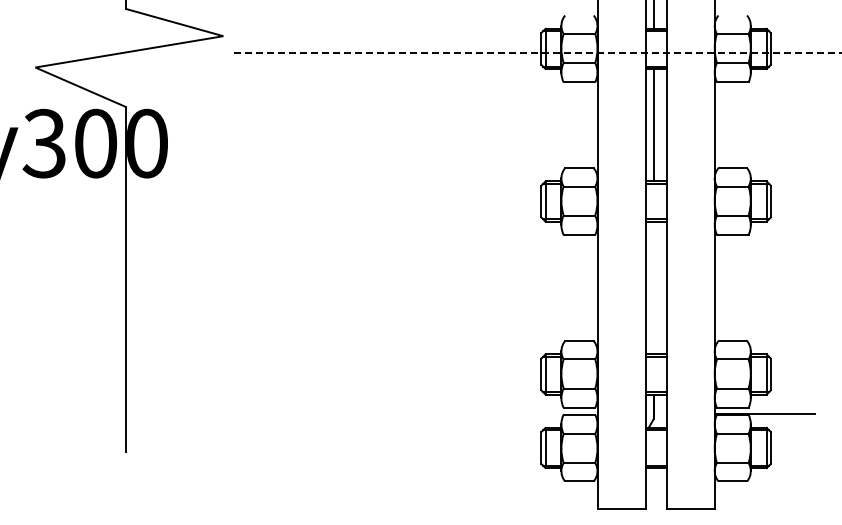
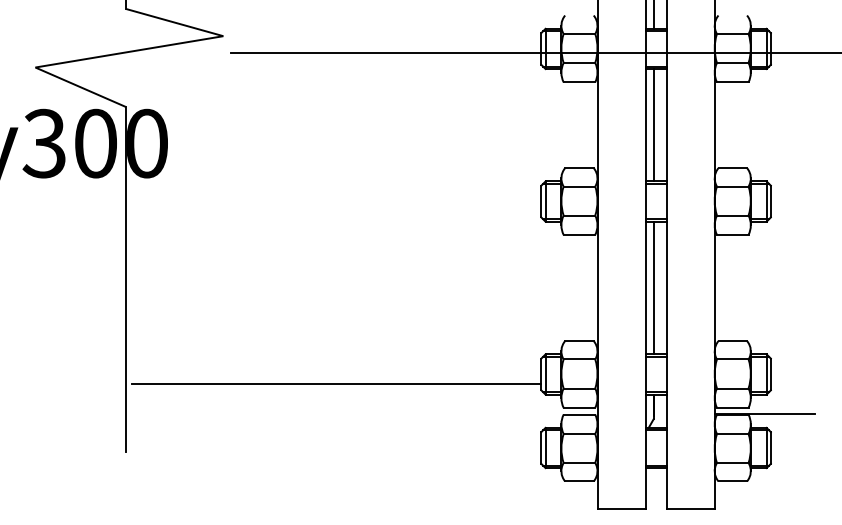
line at (535, 53): dashed -> solid
line at (653, 287): none -> present
line at (336, 383): none -> present
